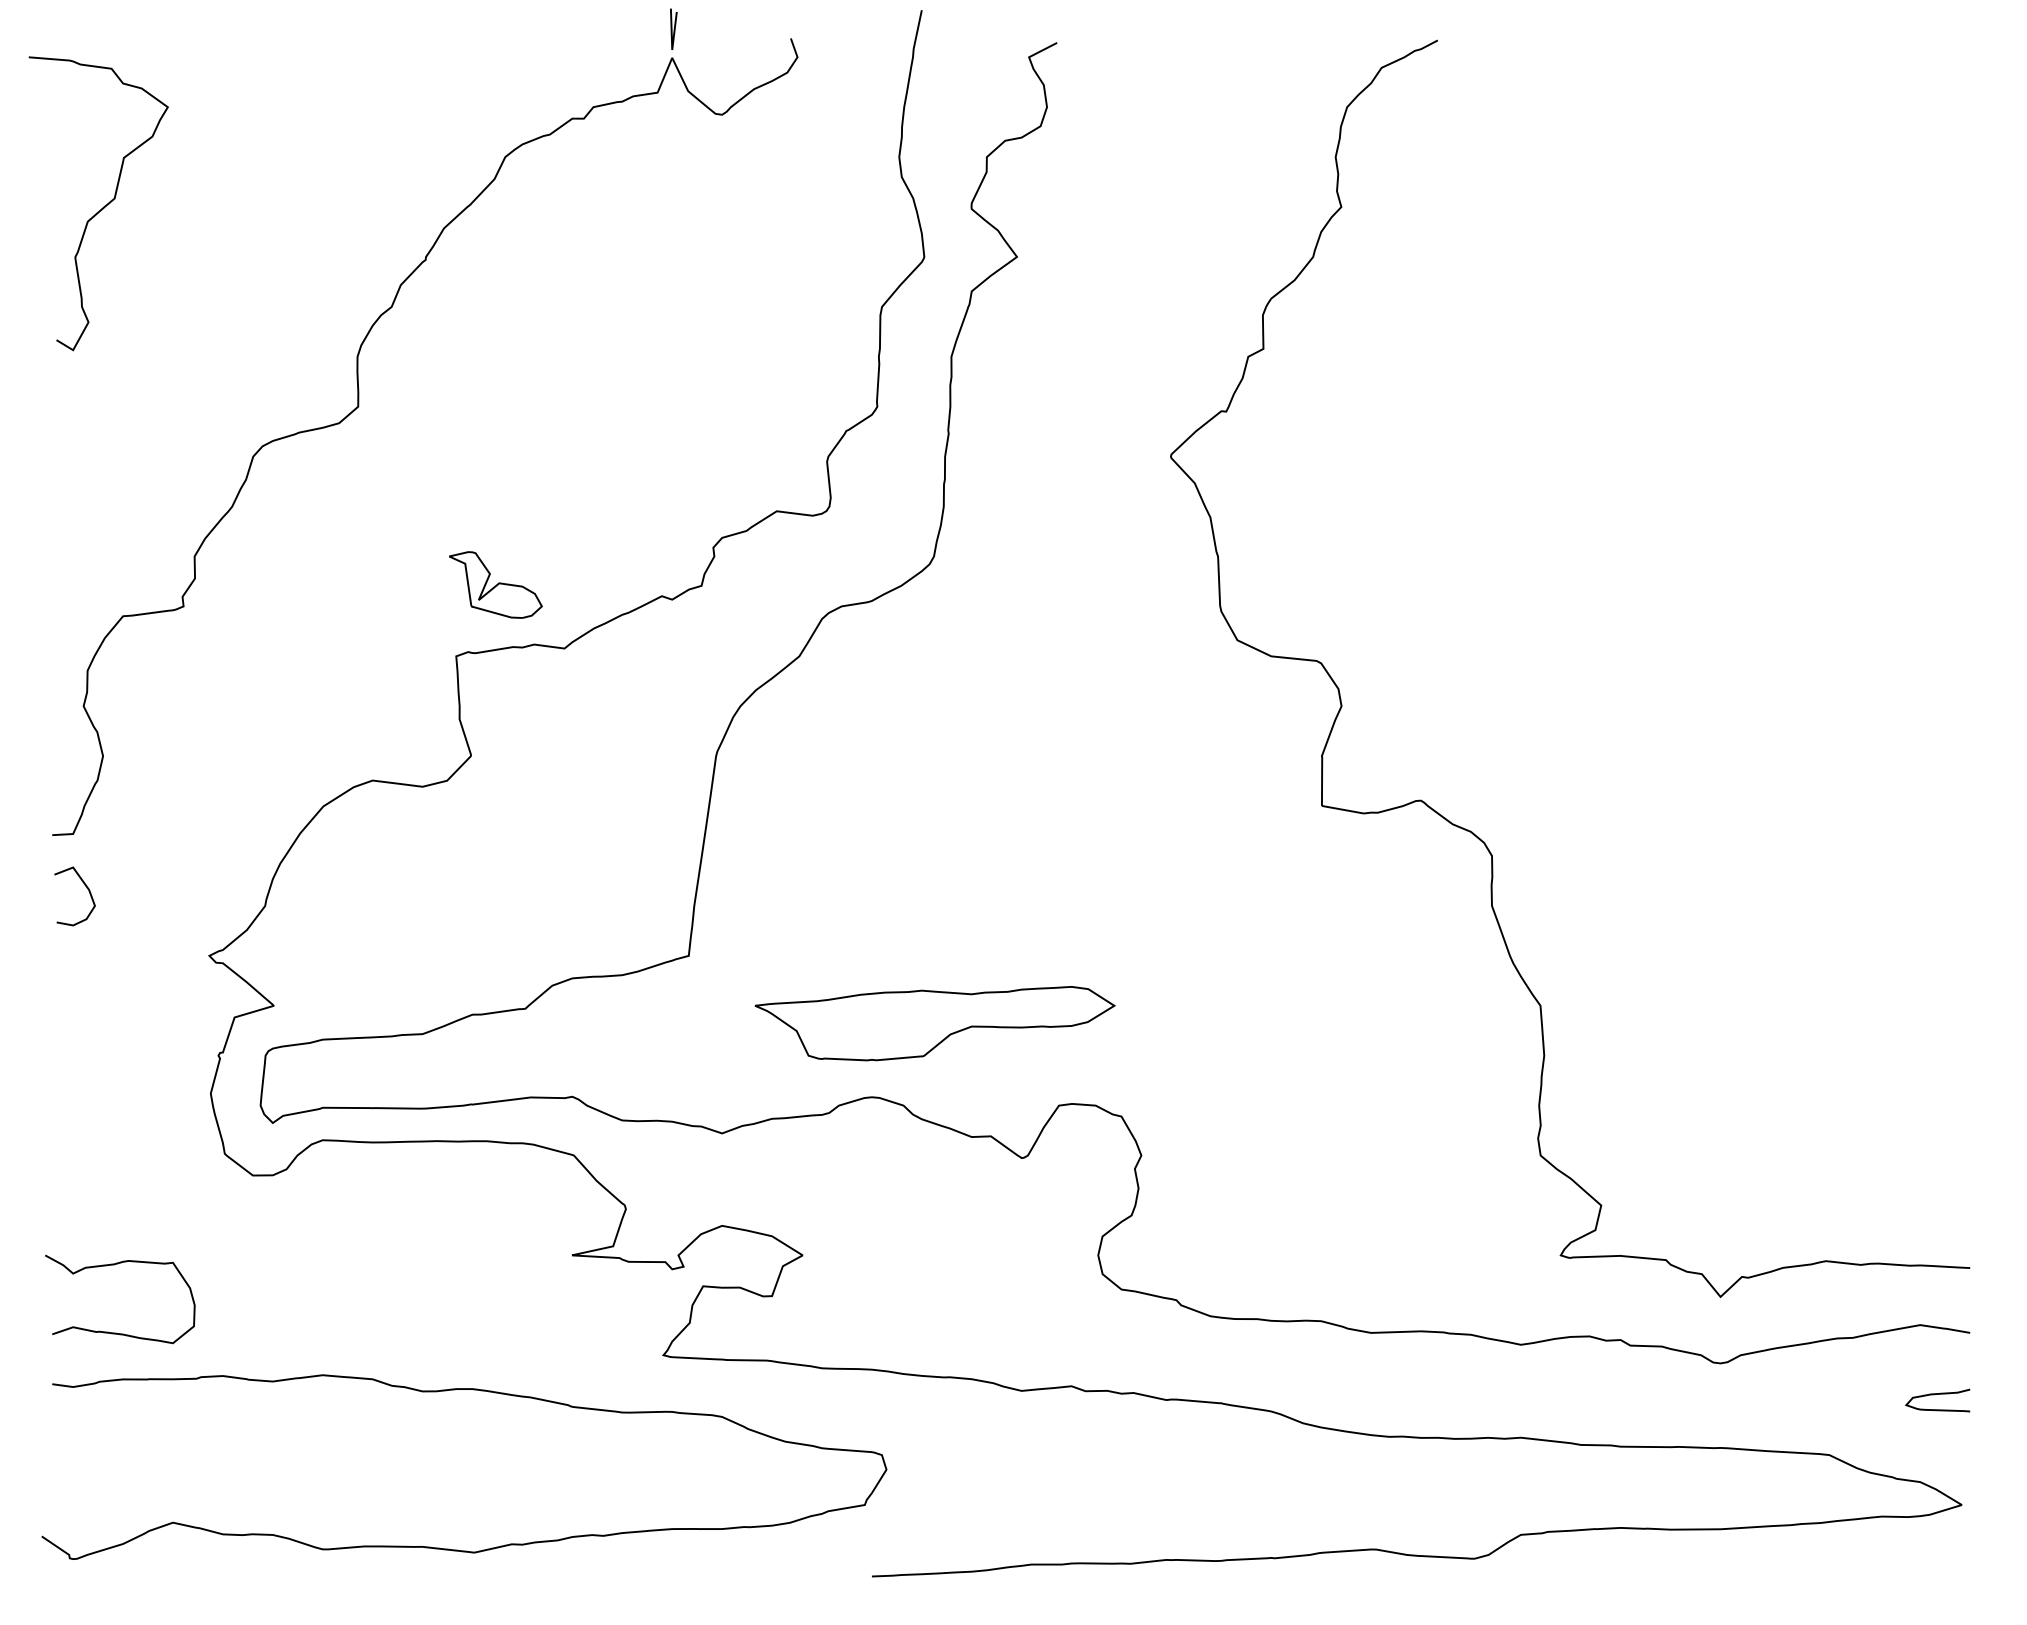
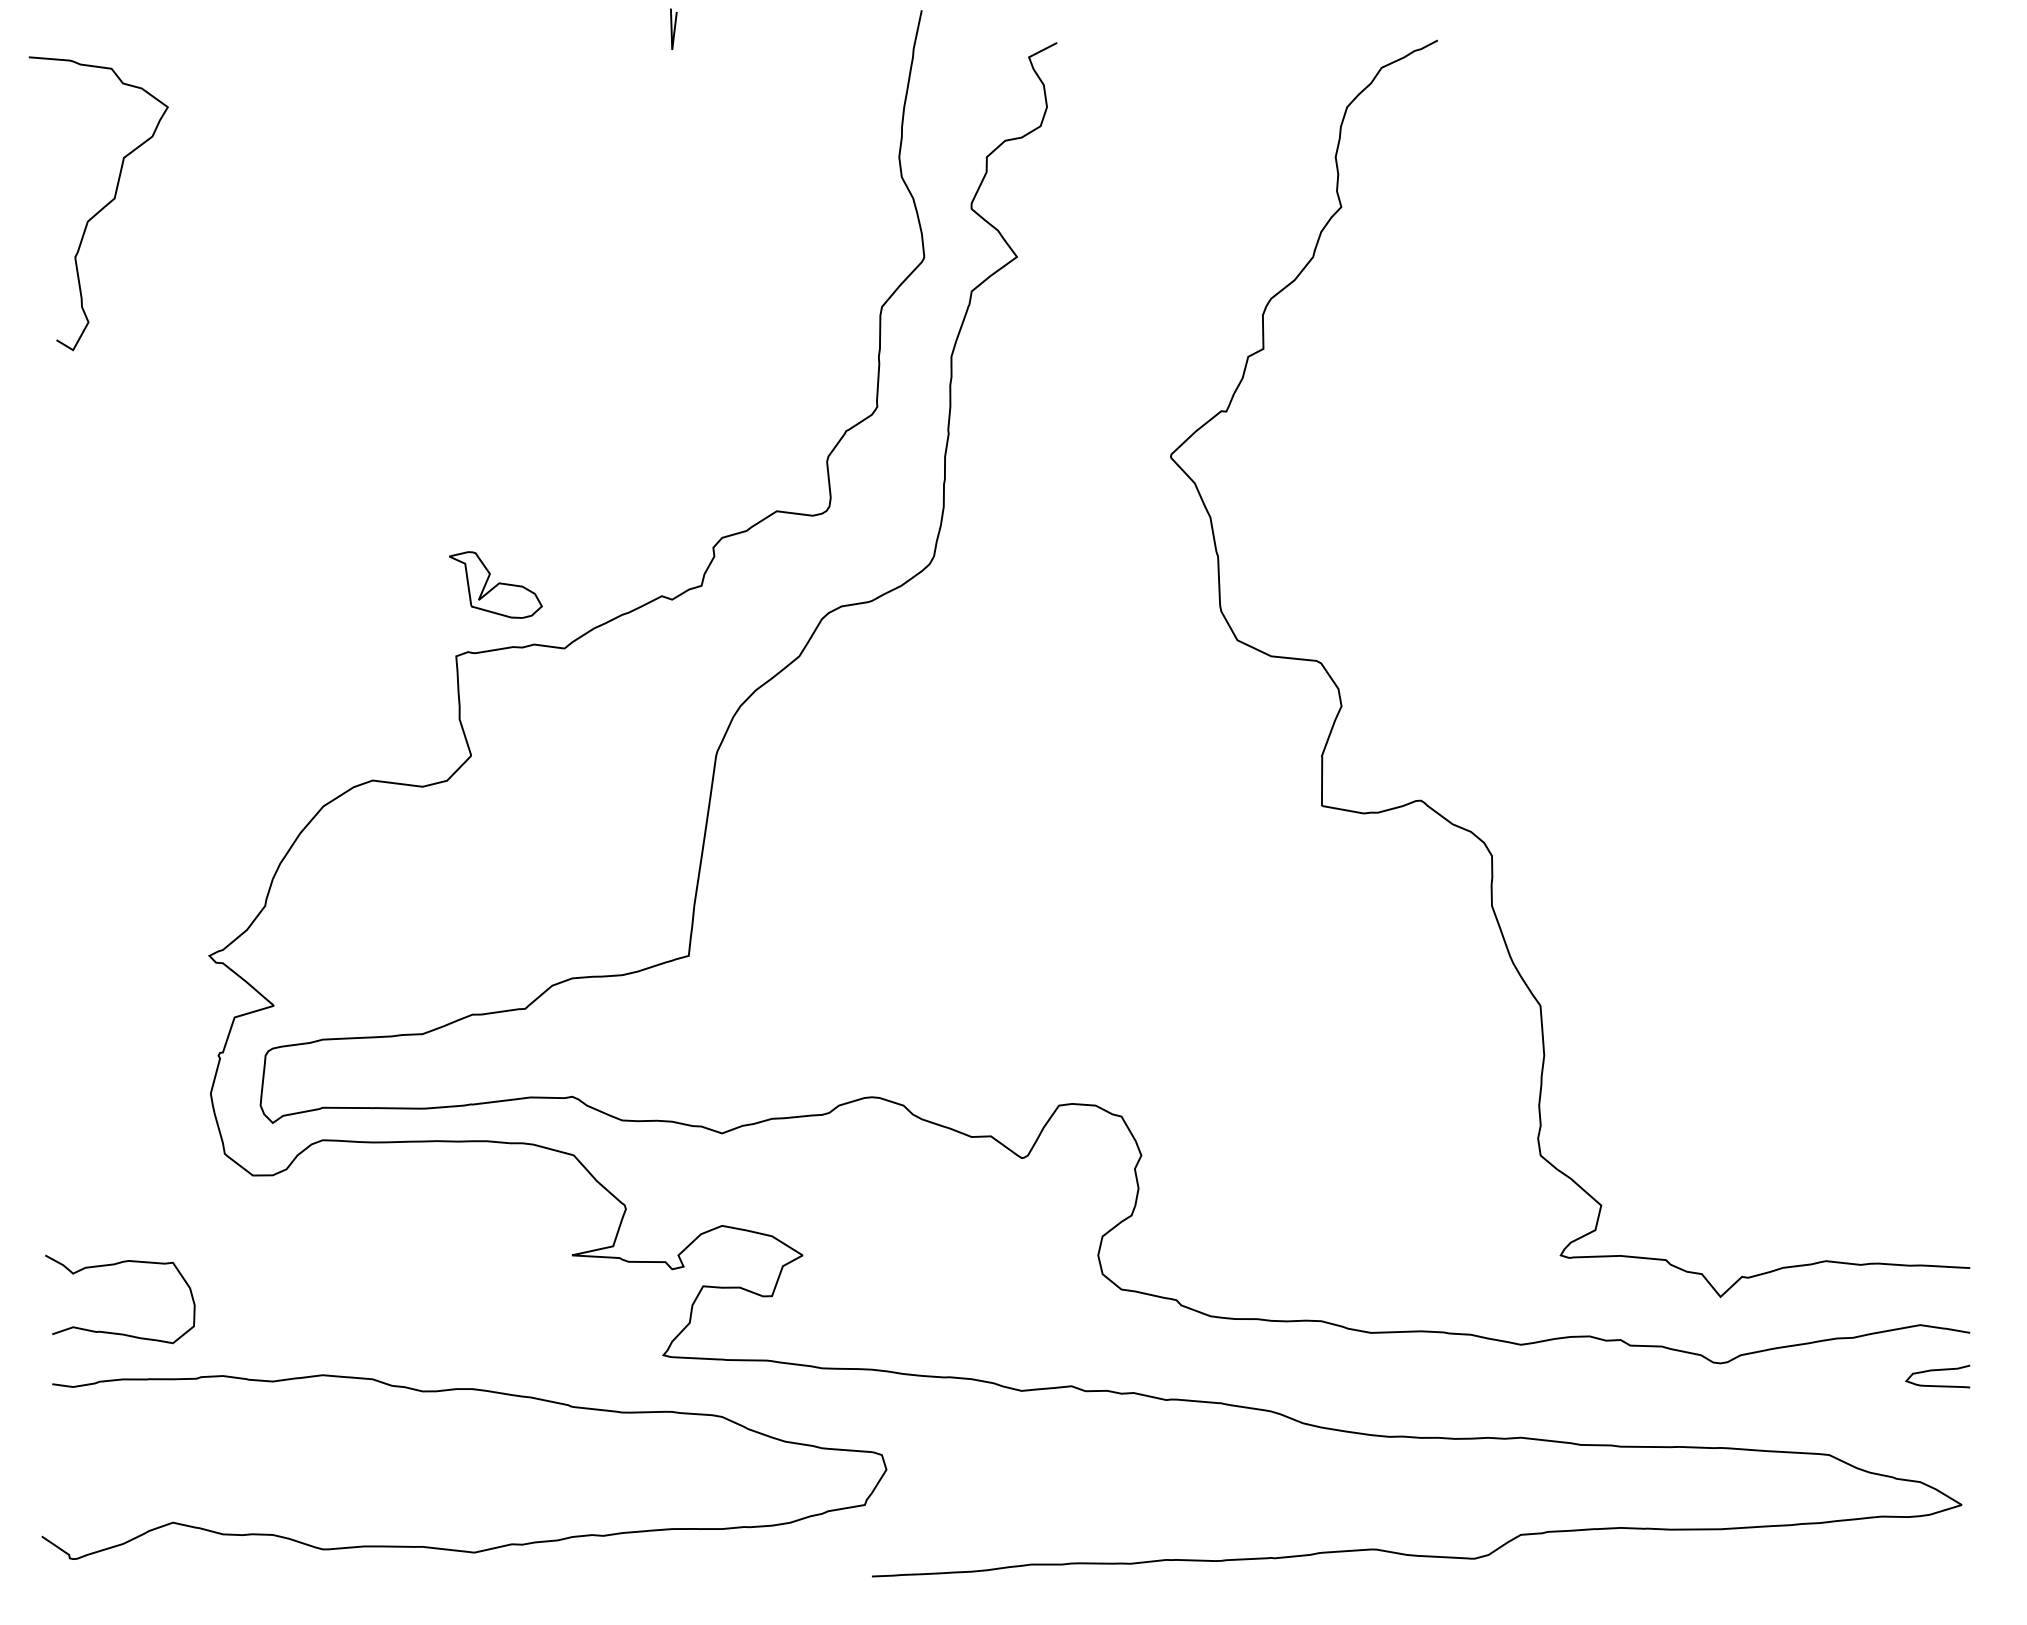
curve at (359, 406): present -> none
curve at (86, 888): present -> none
part at (934, 1023): present -> none
curve at (1934, 1395) position: (1934, 1395) -> (1934, 1371)
